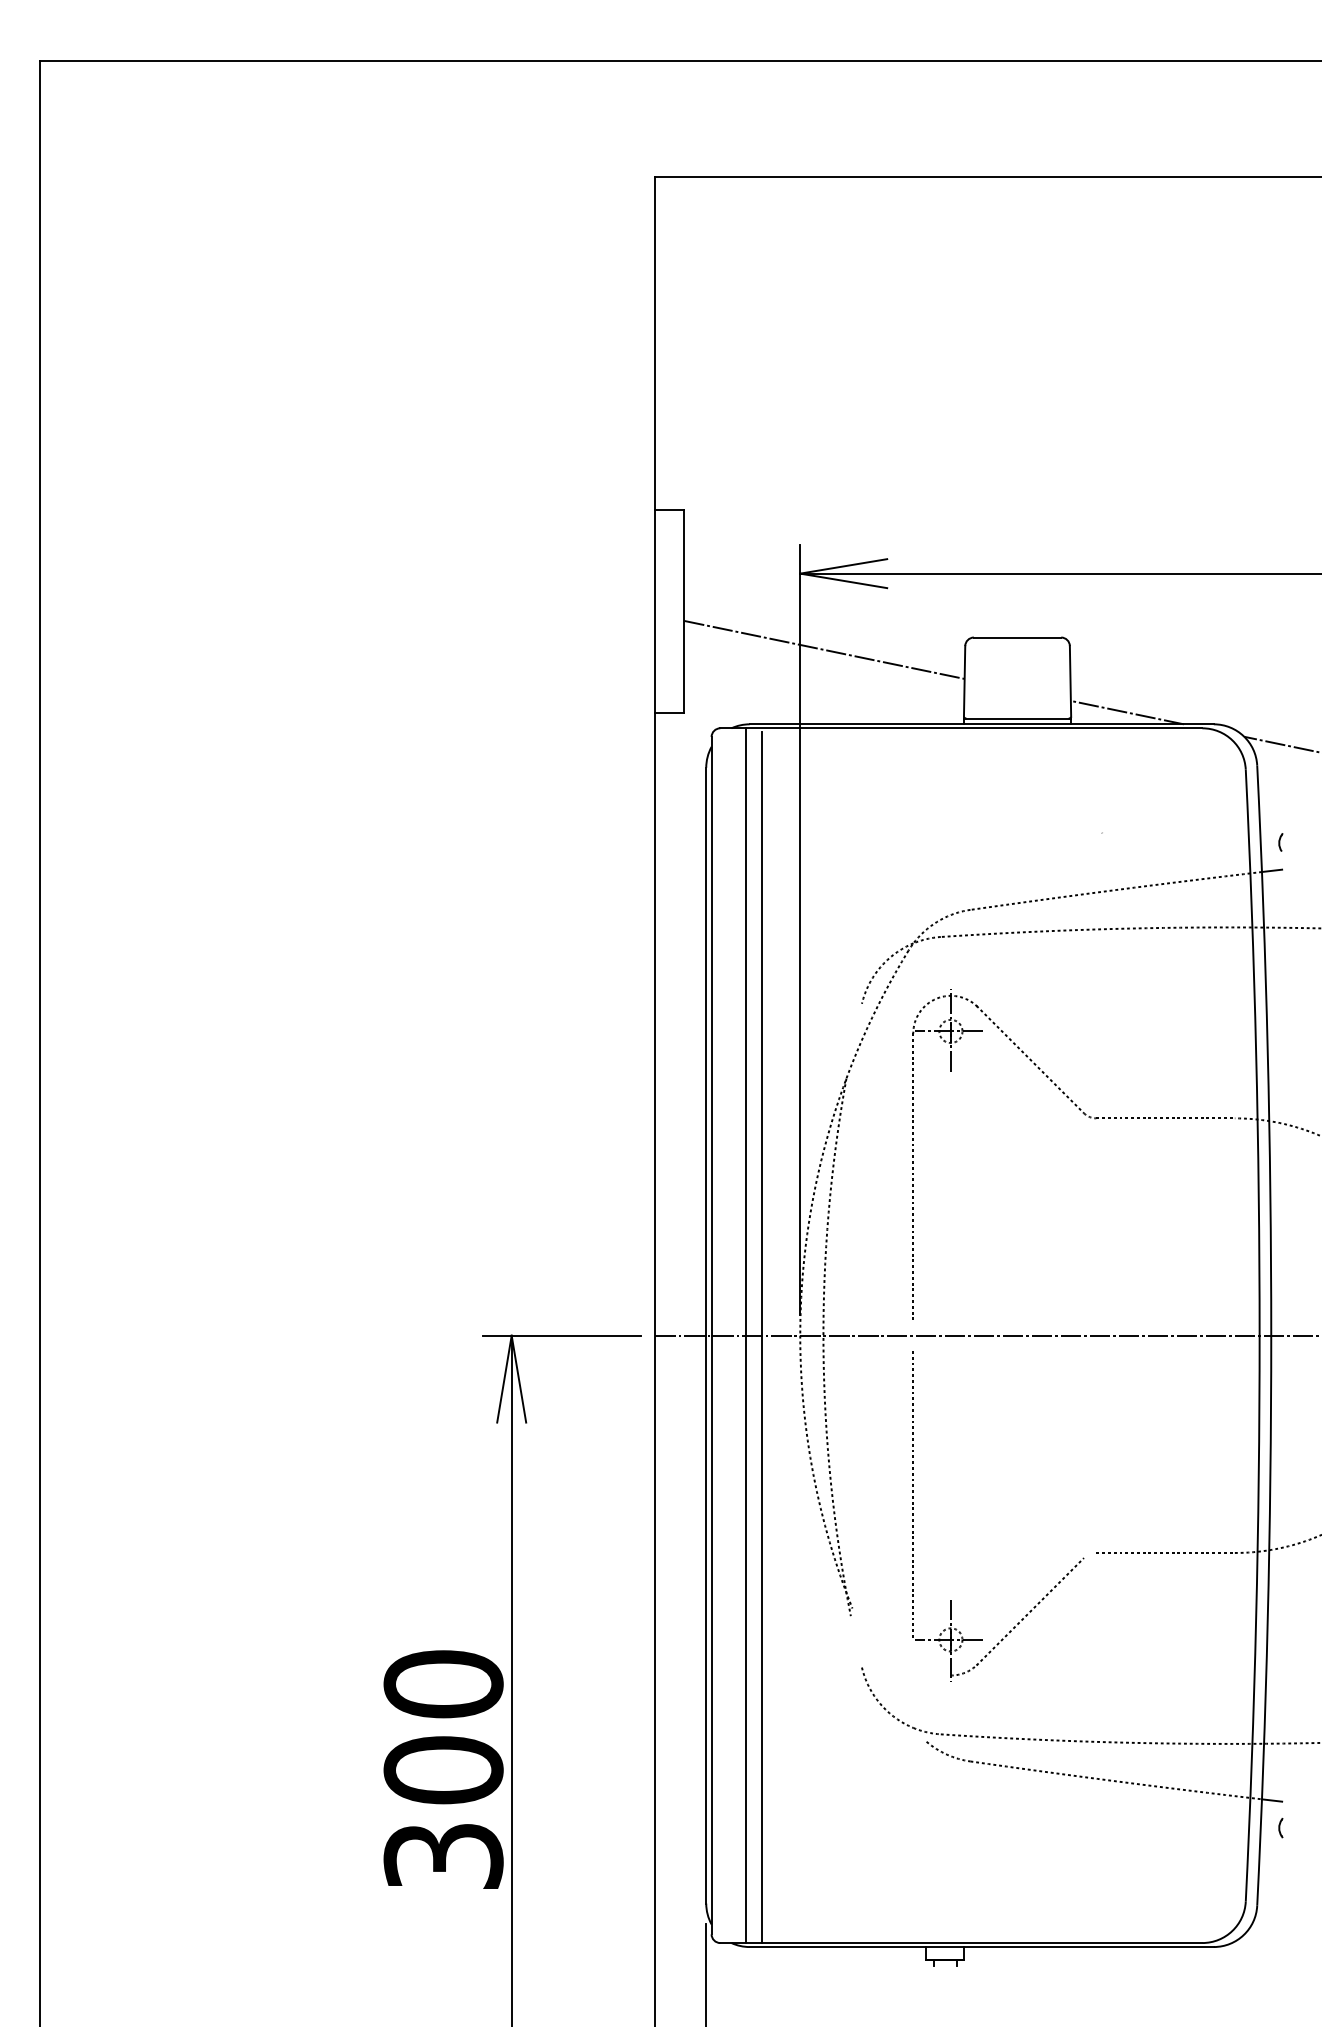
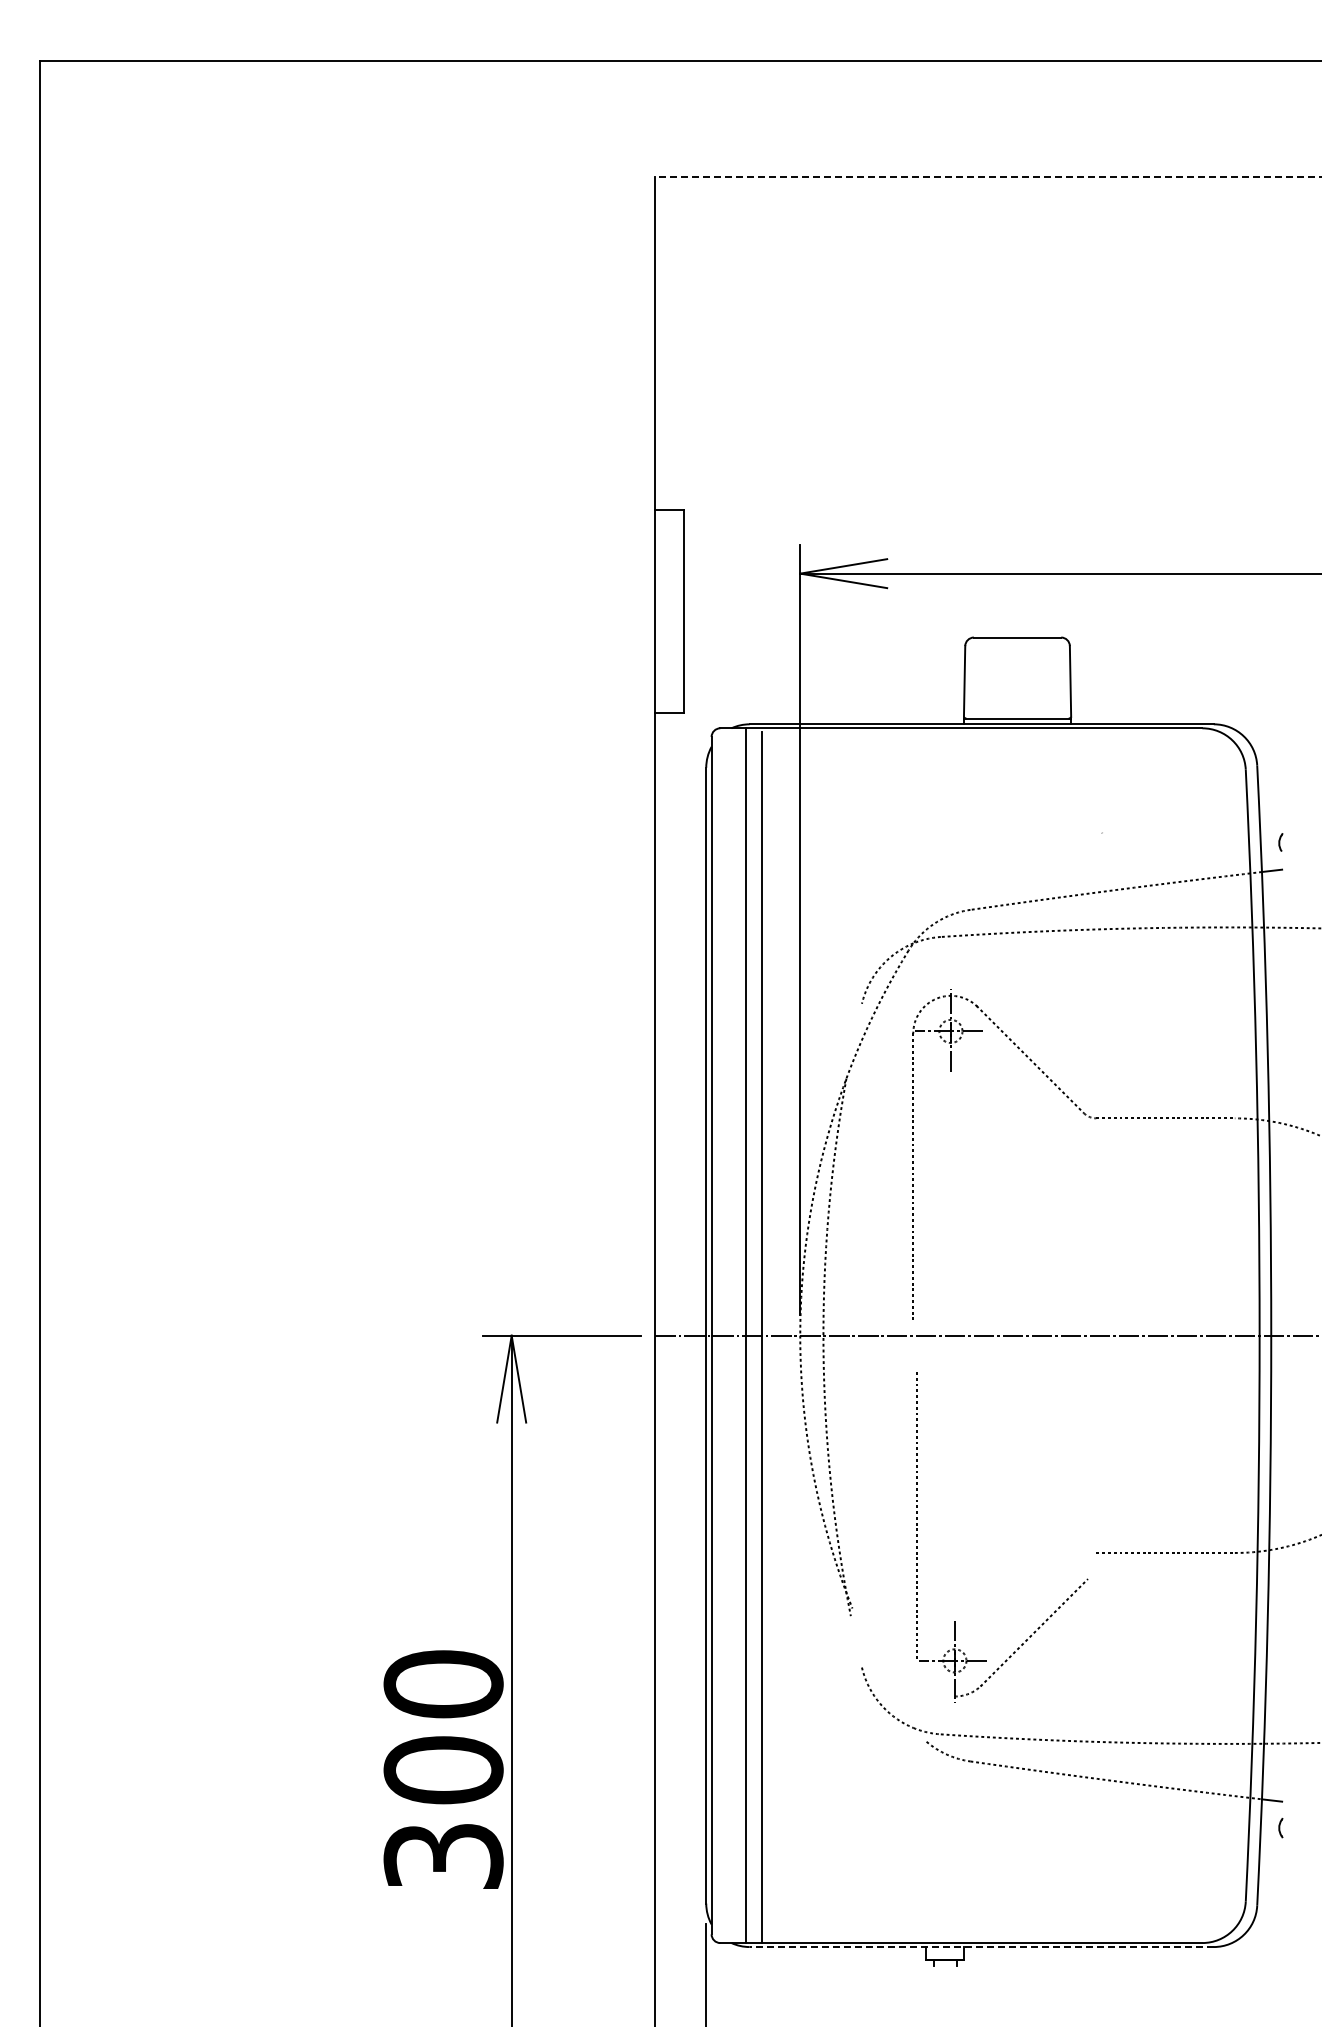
line at (988, 176): solid -> dashed
line at (824, 649): present -> none
line at (1126, 712): present -> none
line at (1281, 744): present -> none
part at (913, 1515) position: (913, 1515) -> (917, 1536)
line at (981, 1947): solid -> dashed
